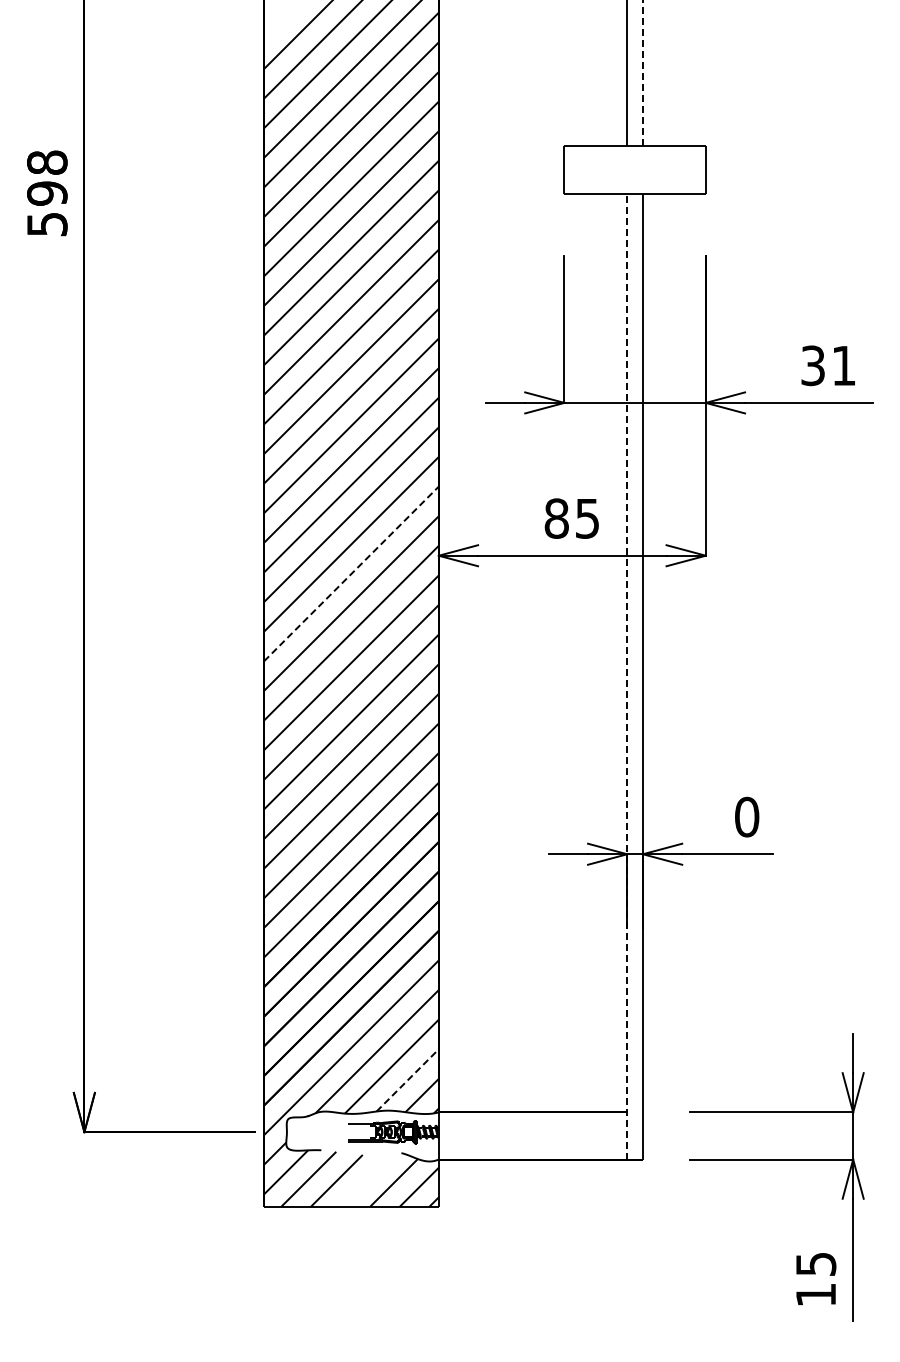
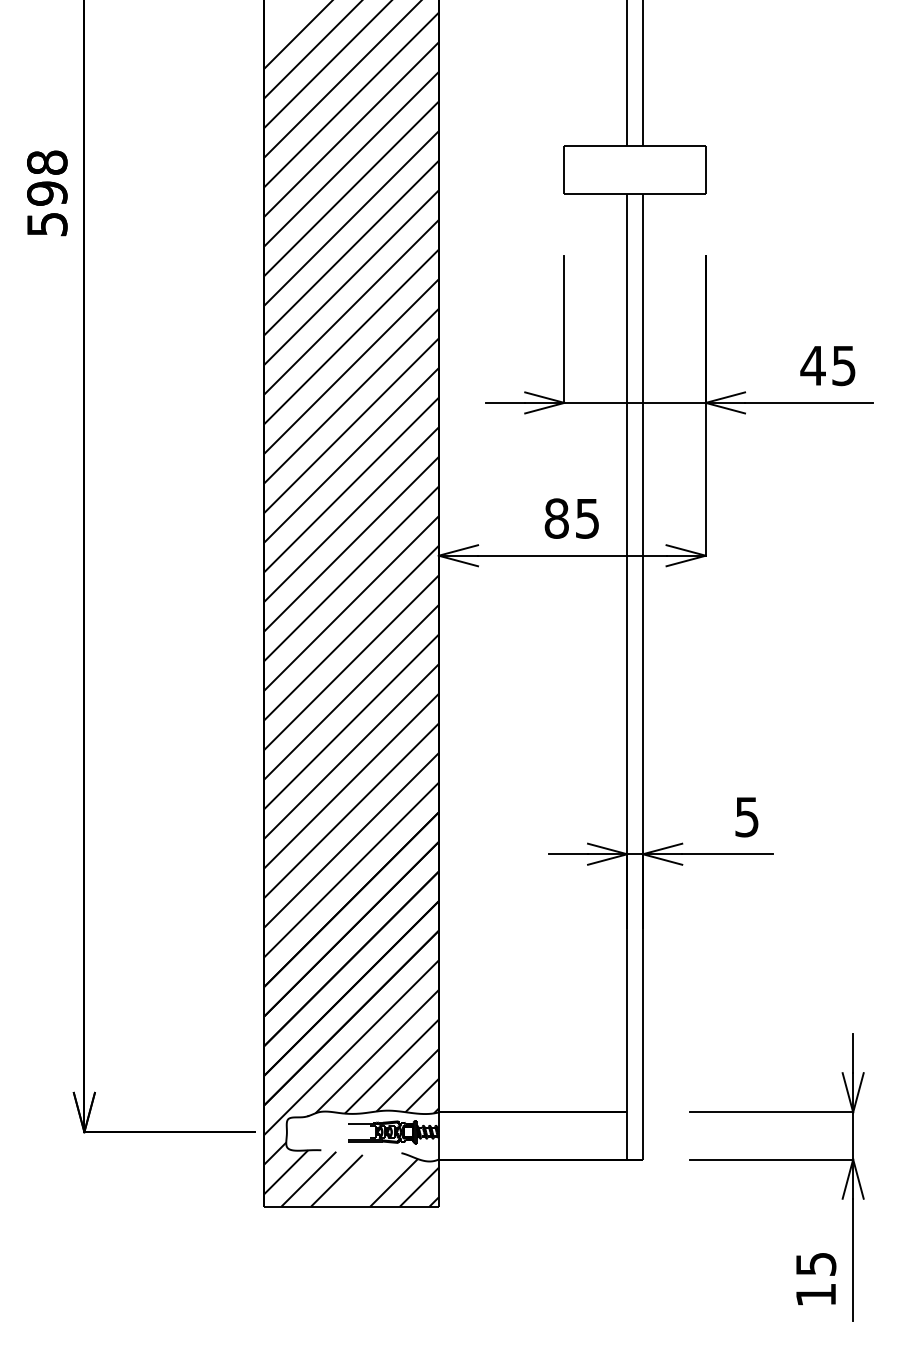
line at (642, 73): dashed -> solid
text at (827, 365): 31 -> 45
line at (351, 573): dashed -> solid
line at (627, 676): dashed -> solid
text at (747, 816): 0 -> 5
line at (408, 1080): dashed -> solid
